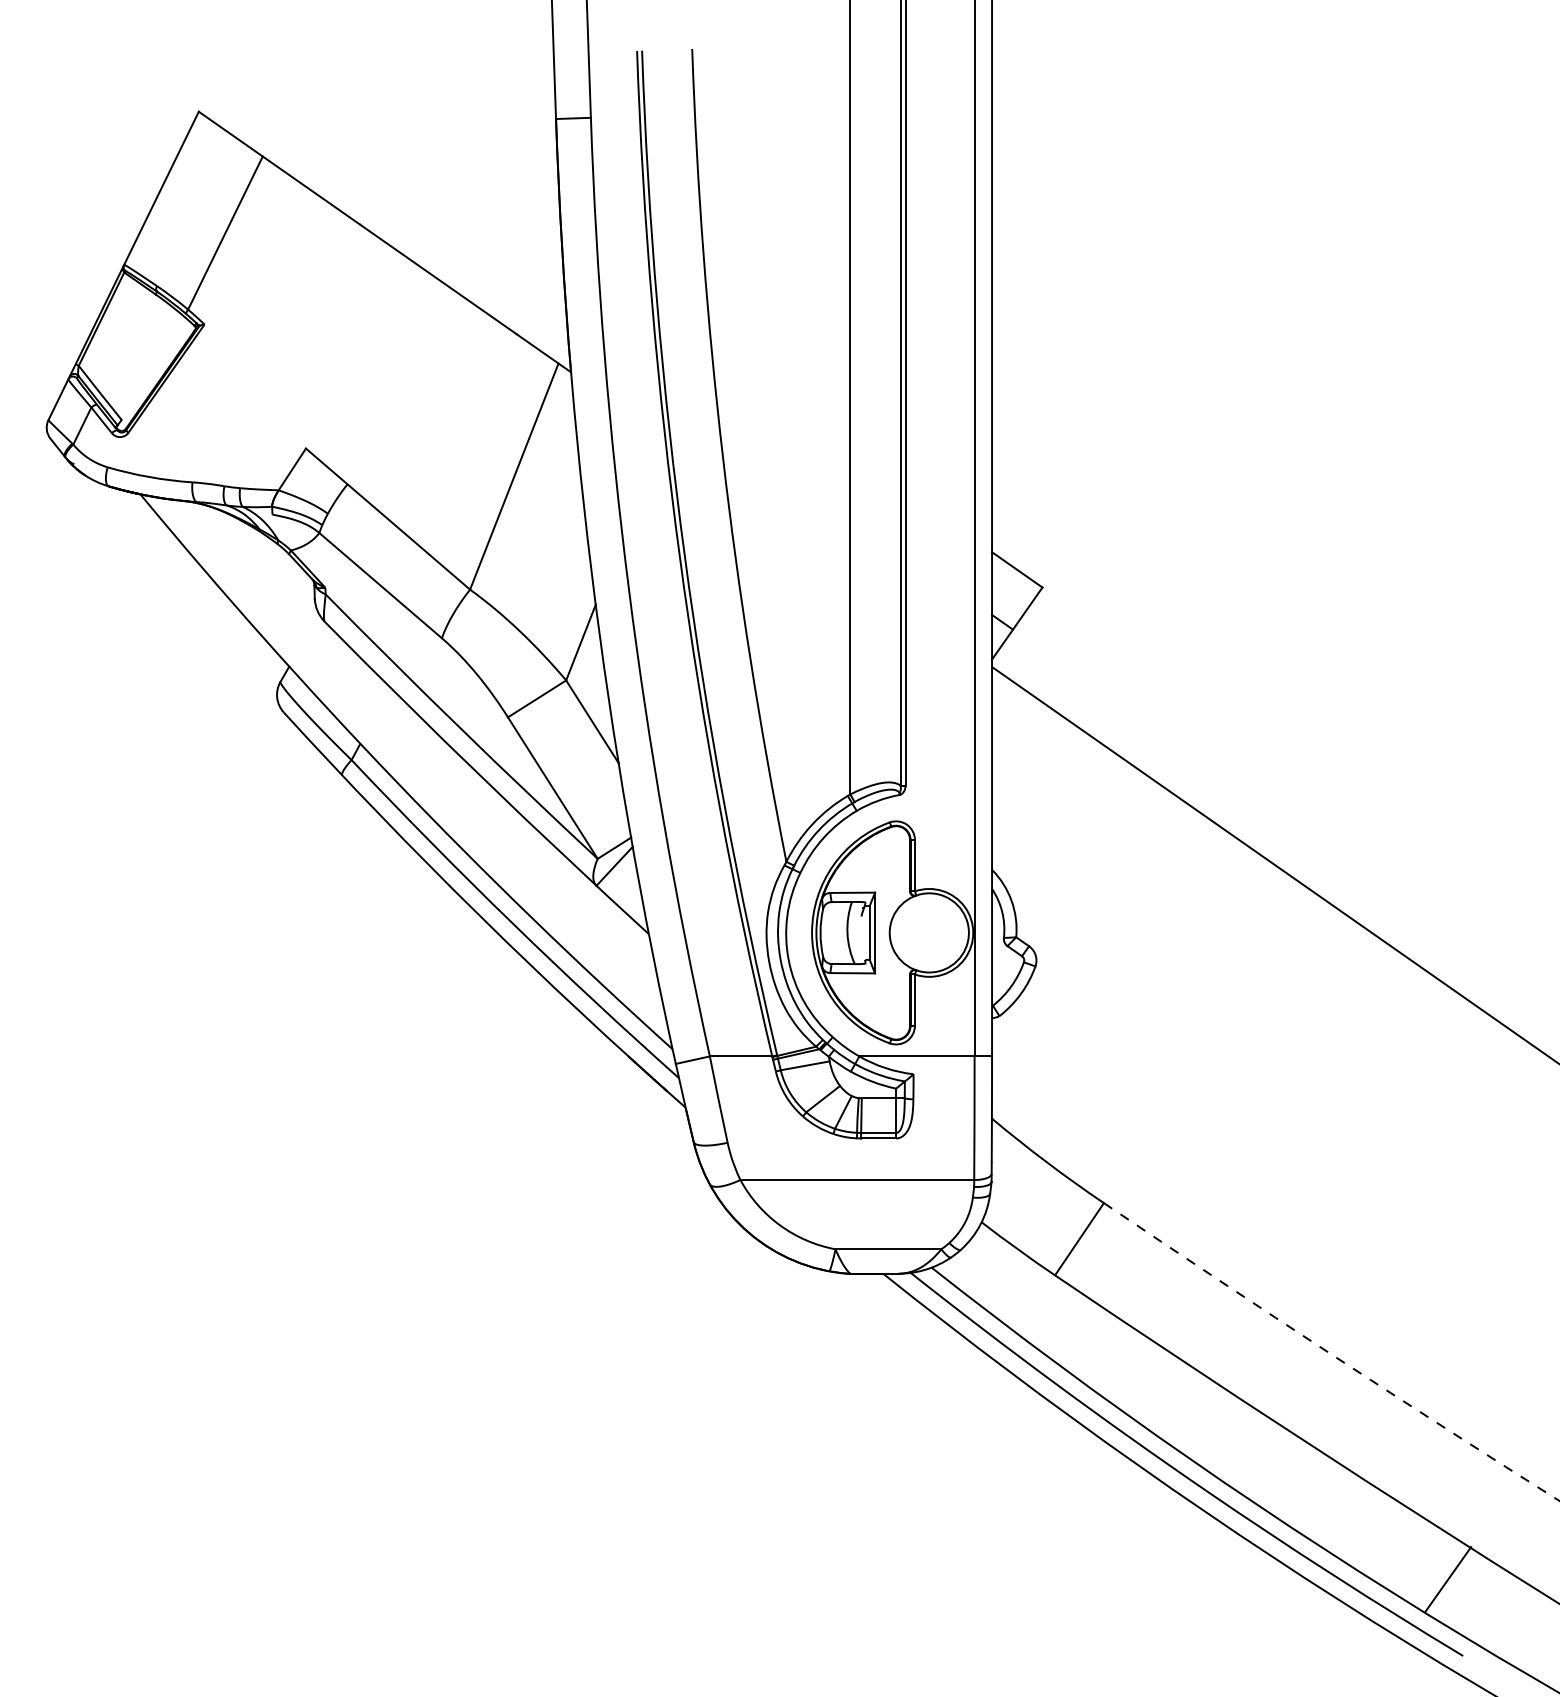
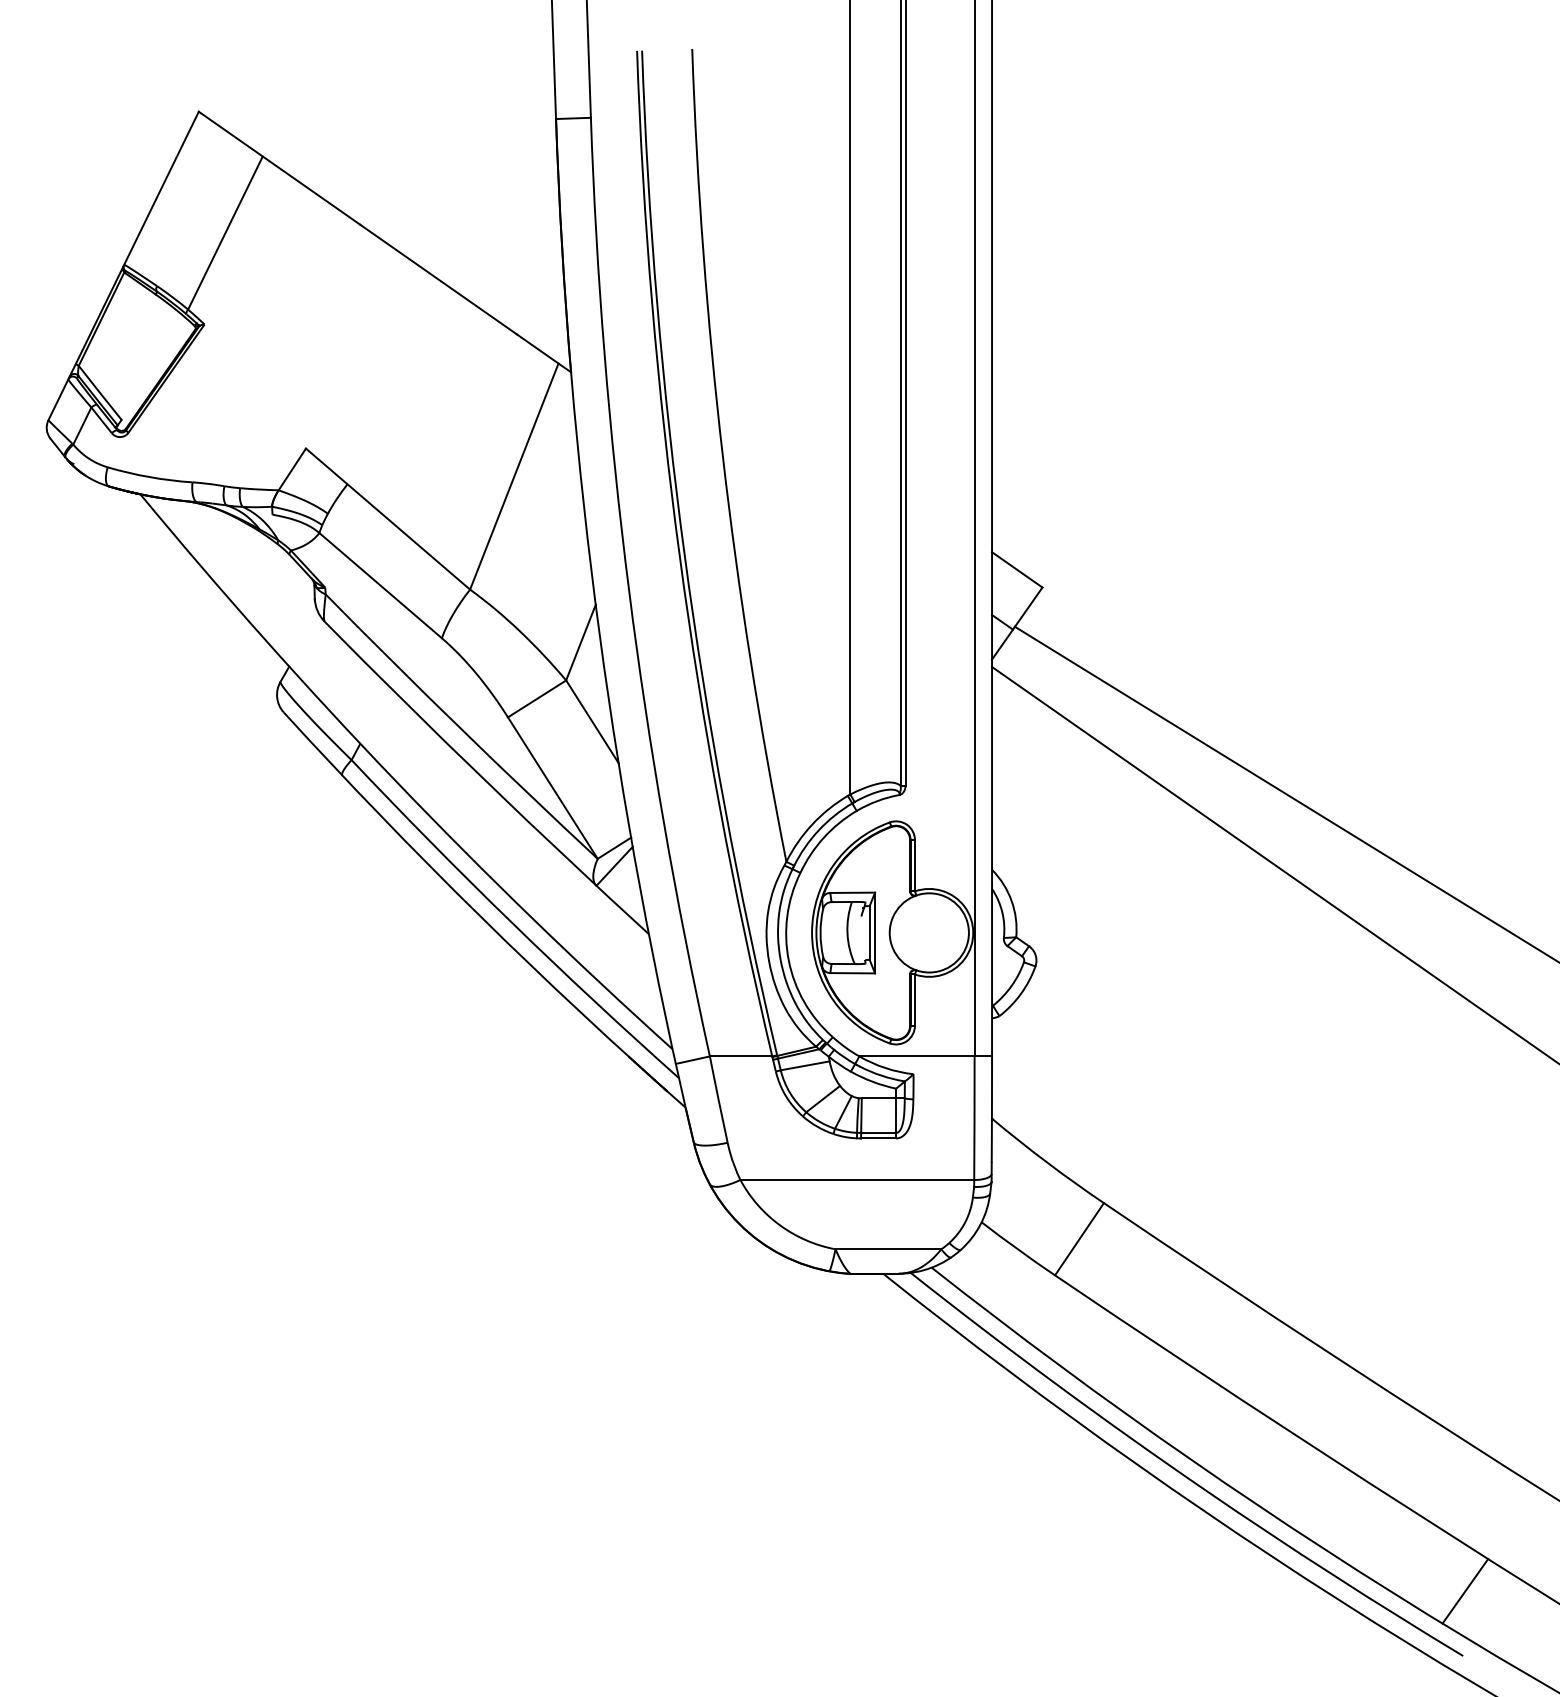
line at (1285, 793): none -> present
arc at (1331, 1354): dashed -> solid
line at (1448, 1579) position: (1448, 1579) -> (1465, 1591)
